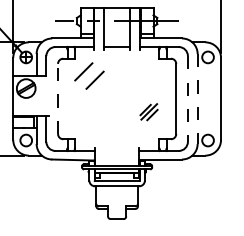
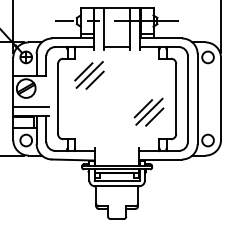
line at (89, 74): none -> present
line at (58, 98): dashed -> solid
line at (187, 98): dashed -> solid
line at (197, 98): dashed -> solid
line at (30, 106): none -> present
part at (148, 112) size: 20x19 px -> 32x30 px
